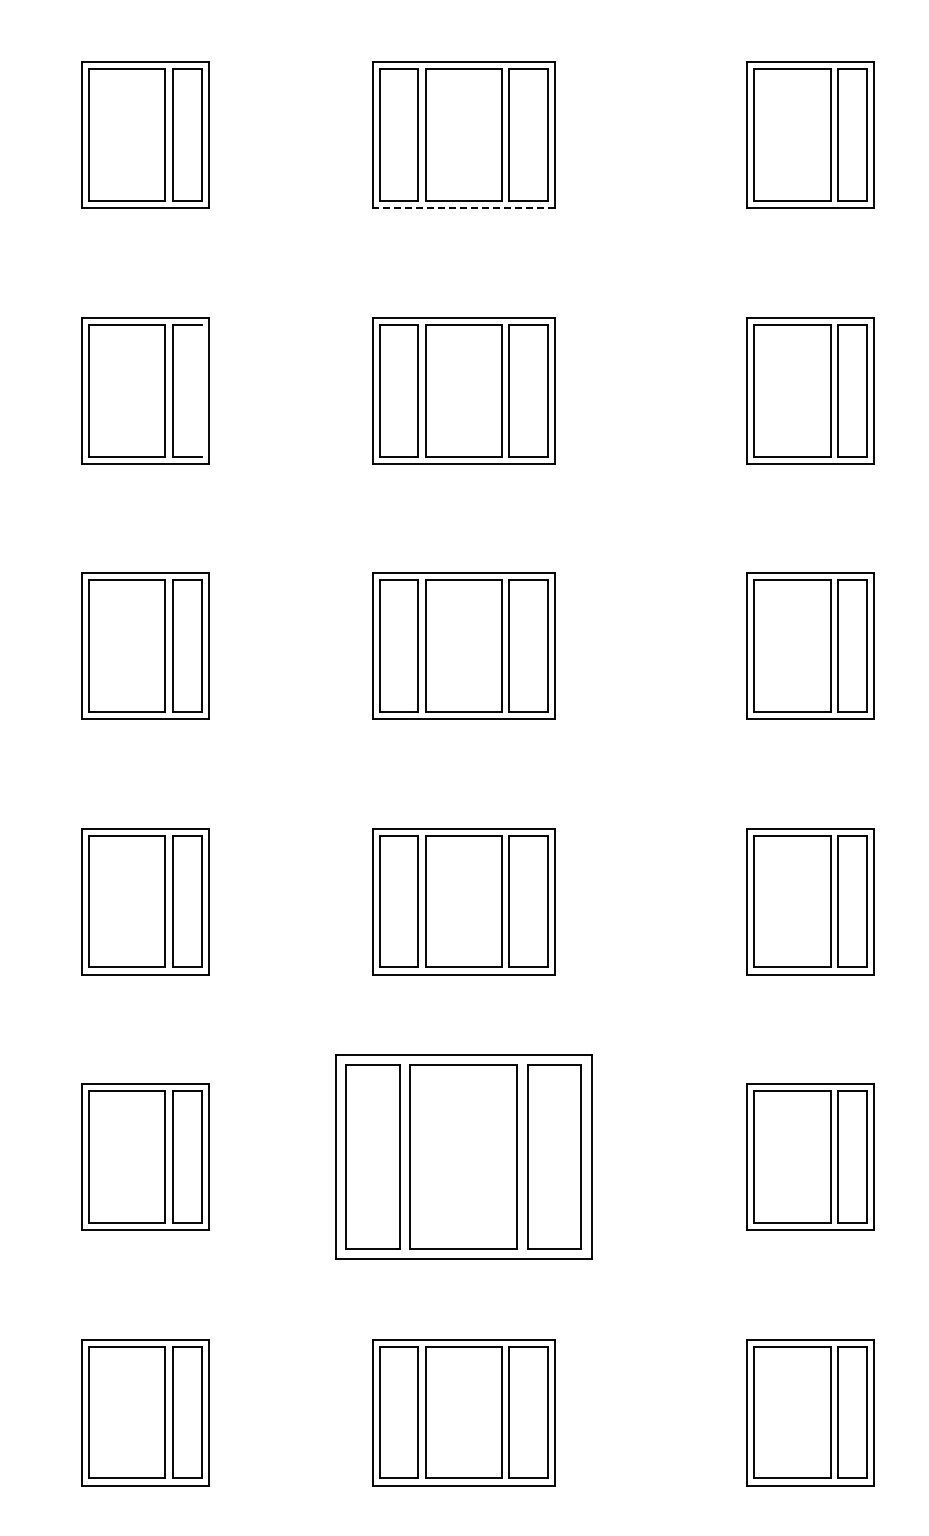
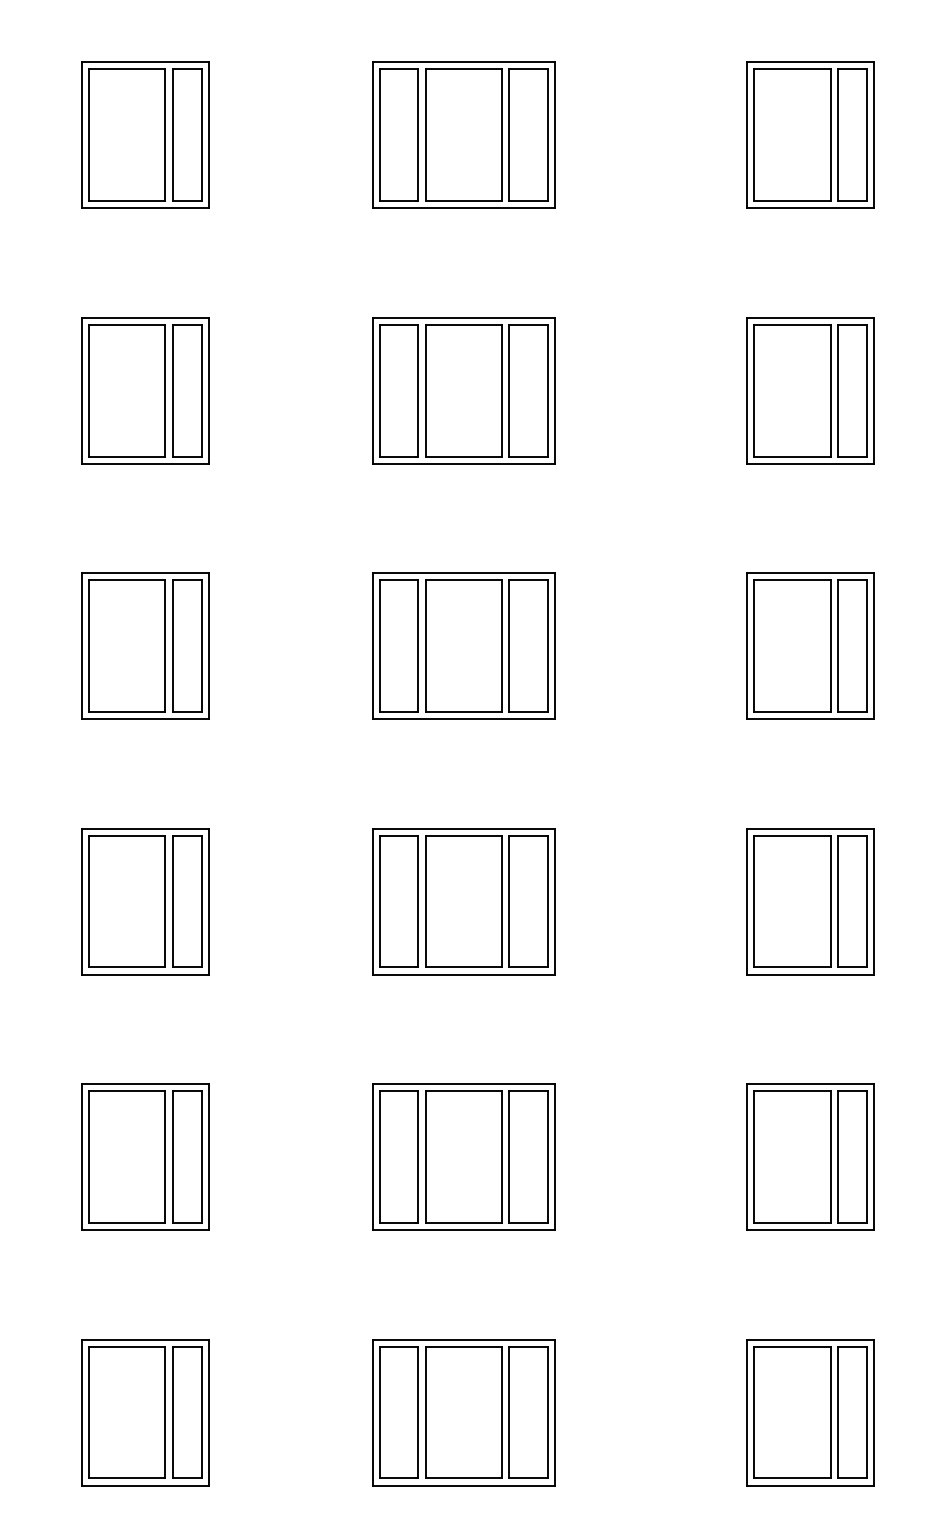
line at (463, 208): dashed -> solid
line at (201, 390): none -> present
part at (463, 1156) size: 258x206 px -> 184x148 px
